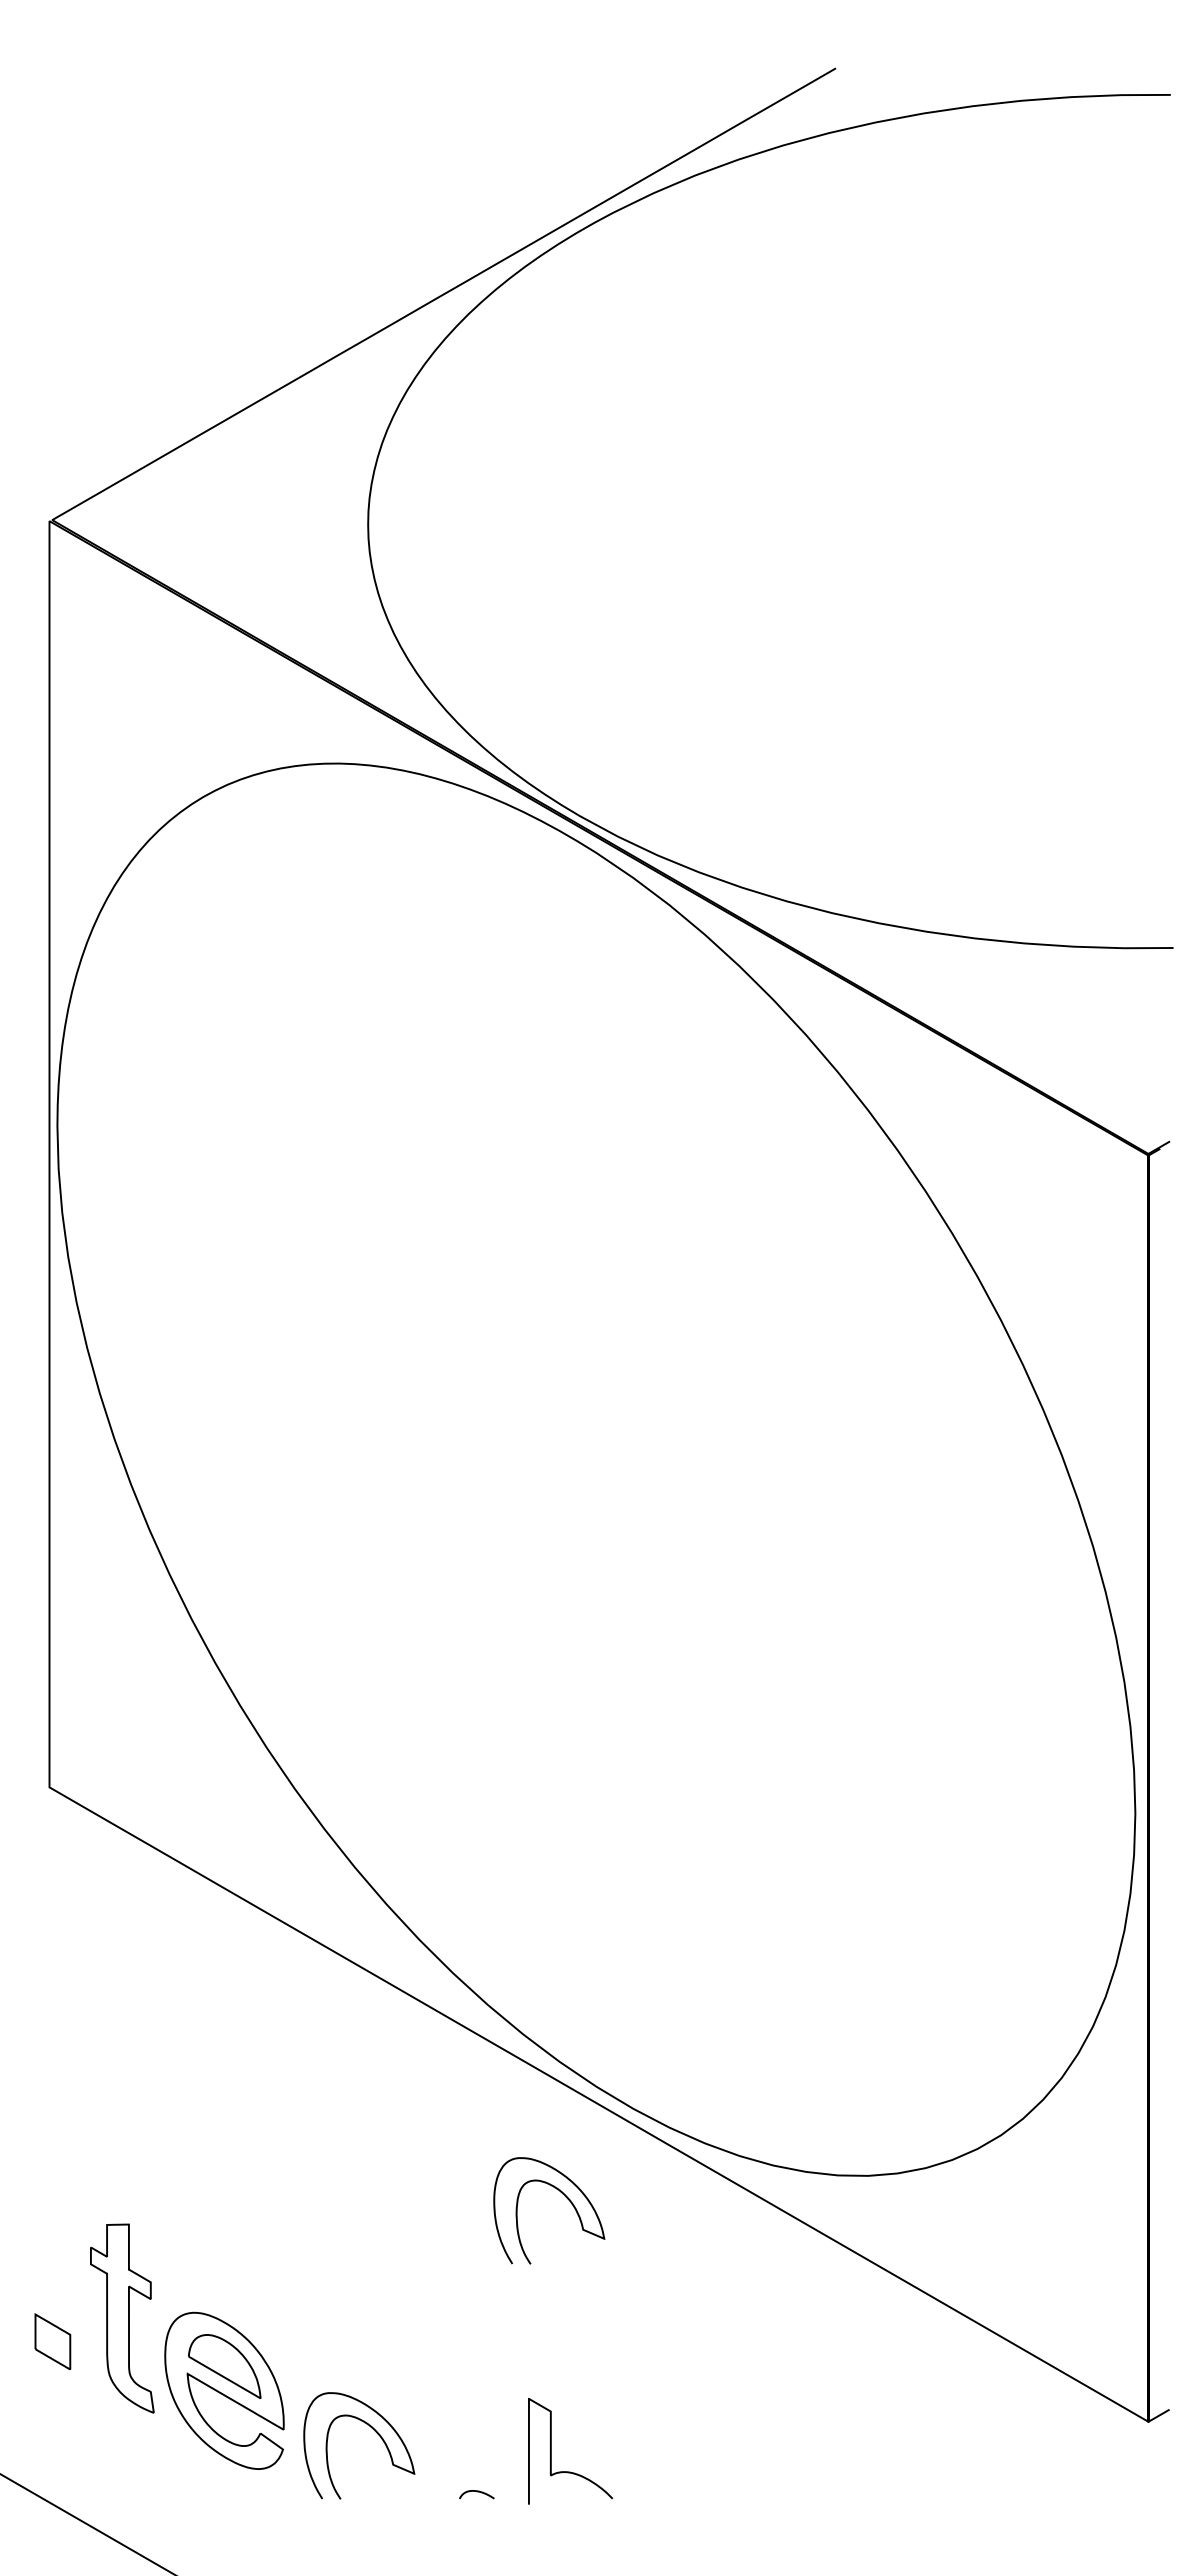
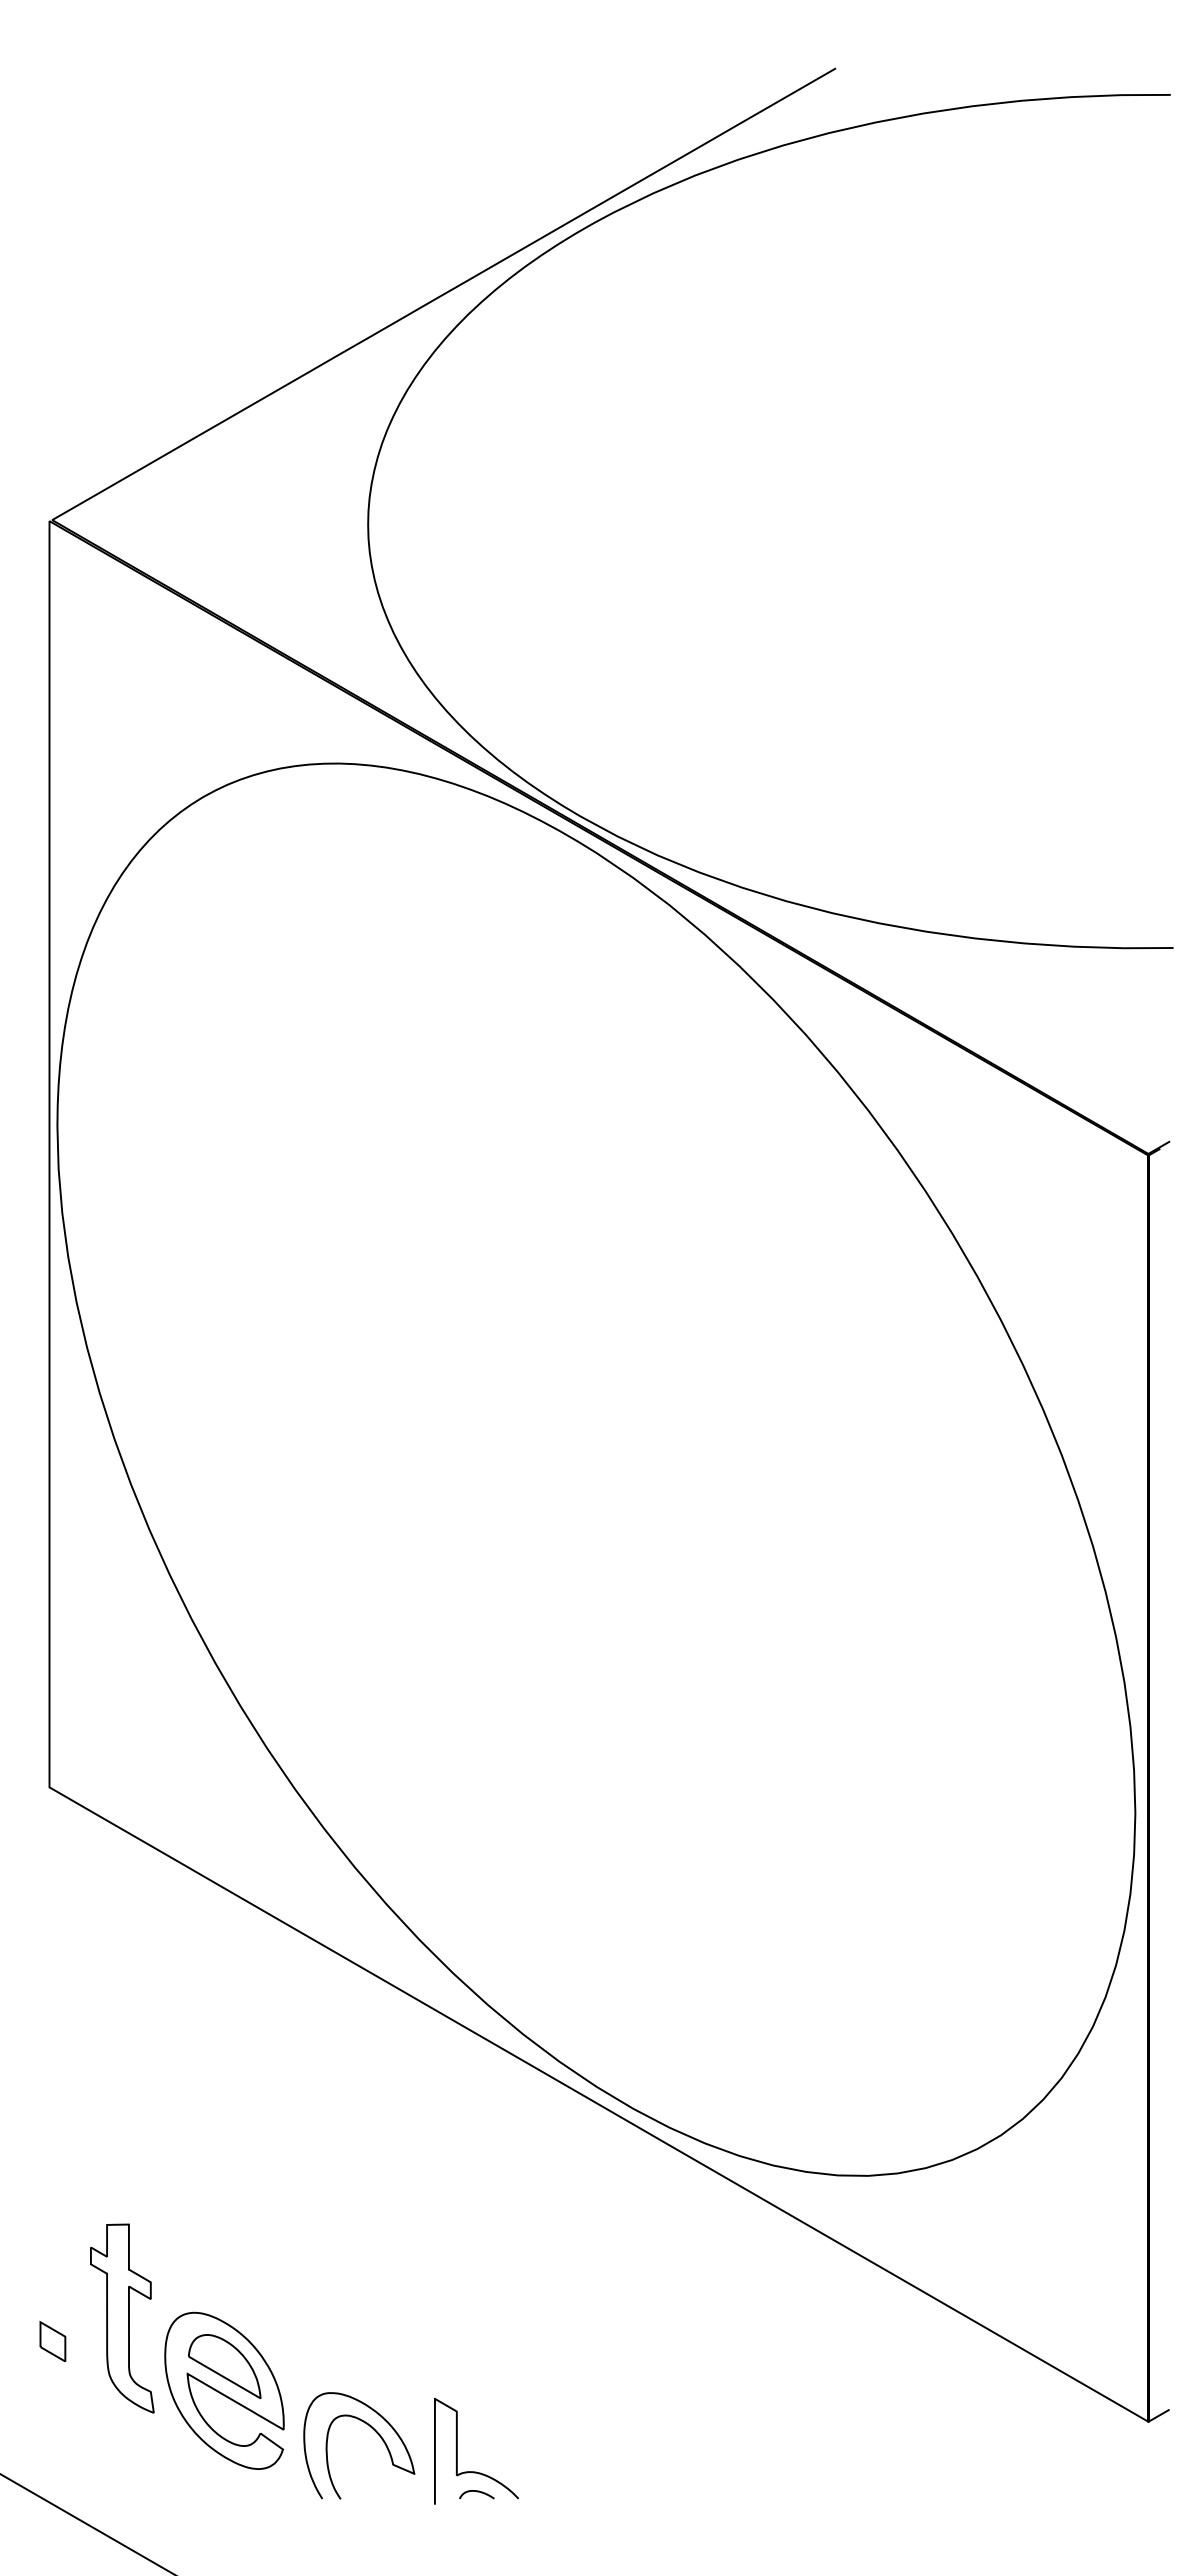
curve at (563, 2195): present -> none
part at (52, 2341) size: 38x58 px -> 28x41 px
curve at (551, 2451) position: (551, 2451) -> (457, 2451)
